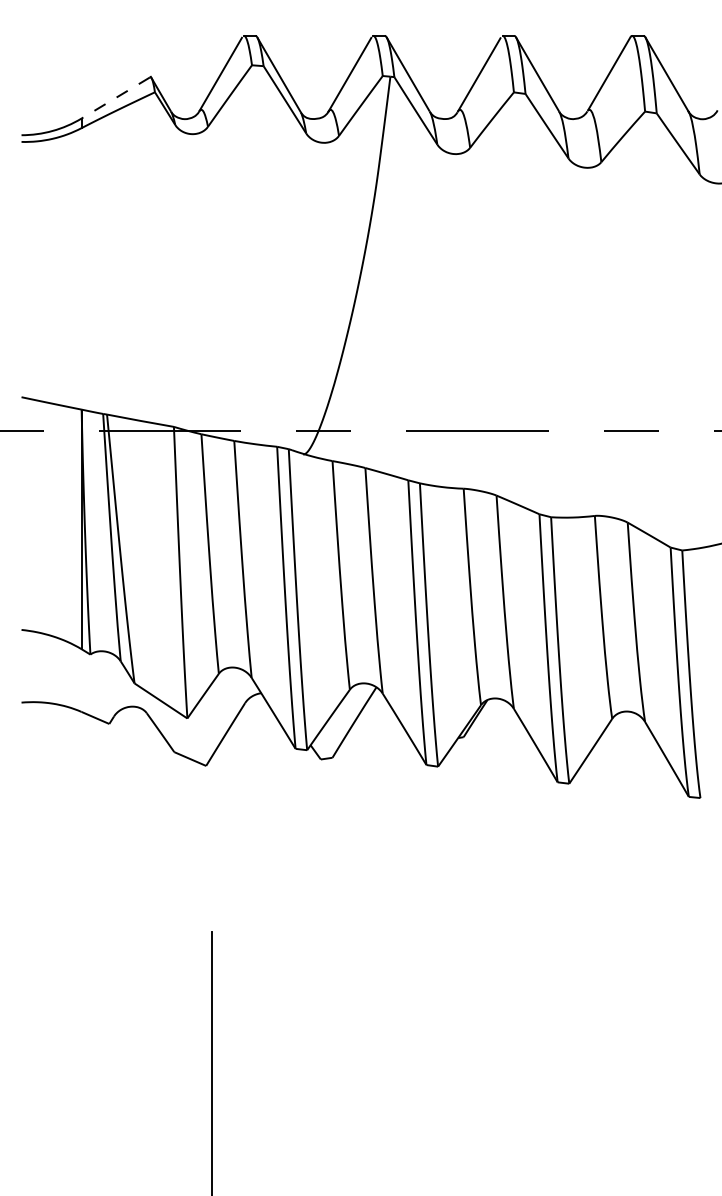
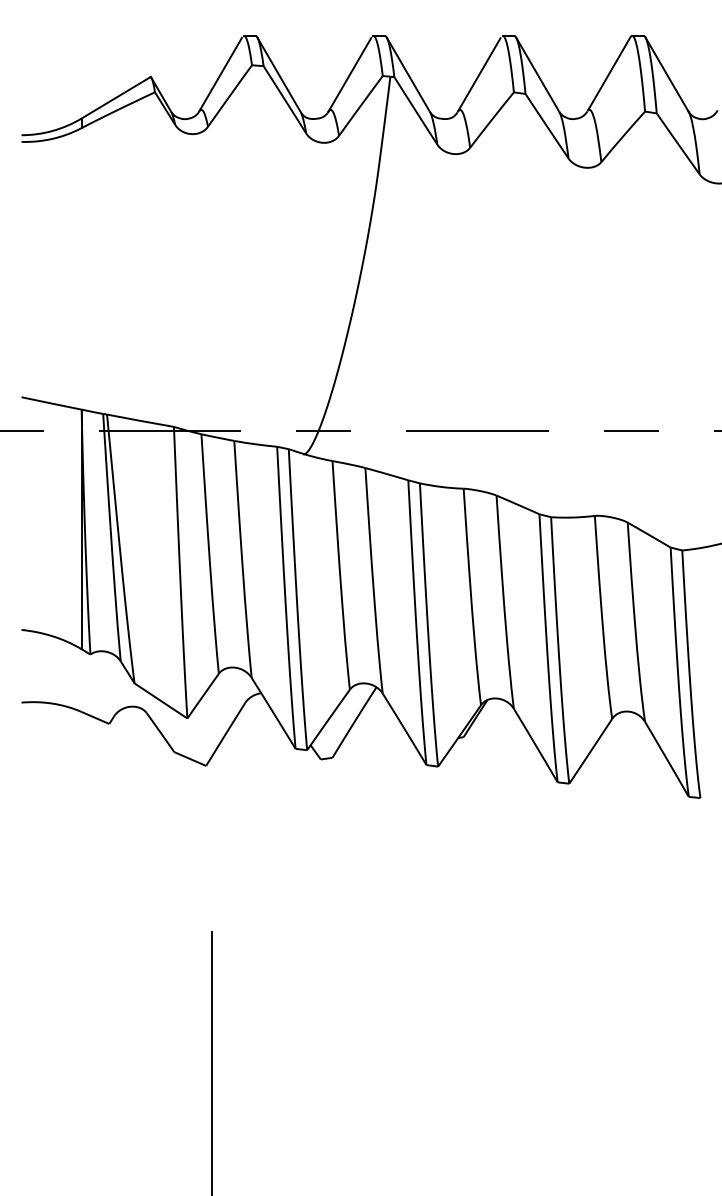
line at (115, 98): dashed -> solid
